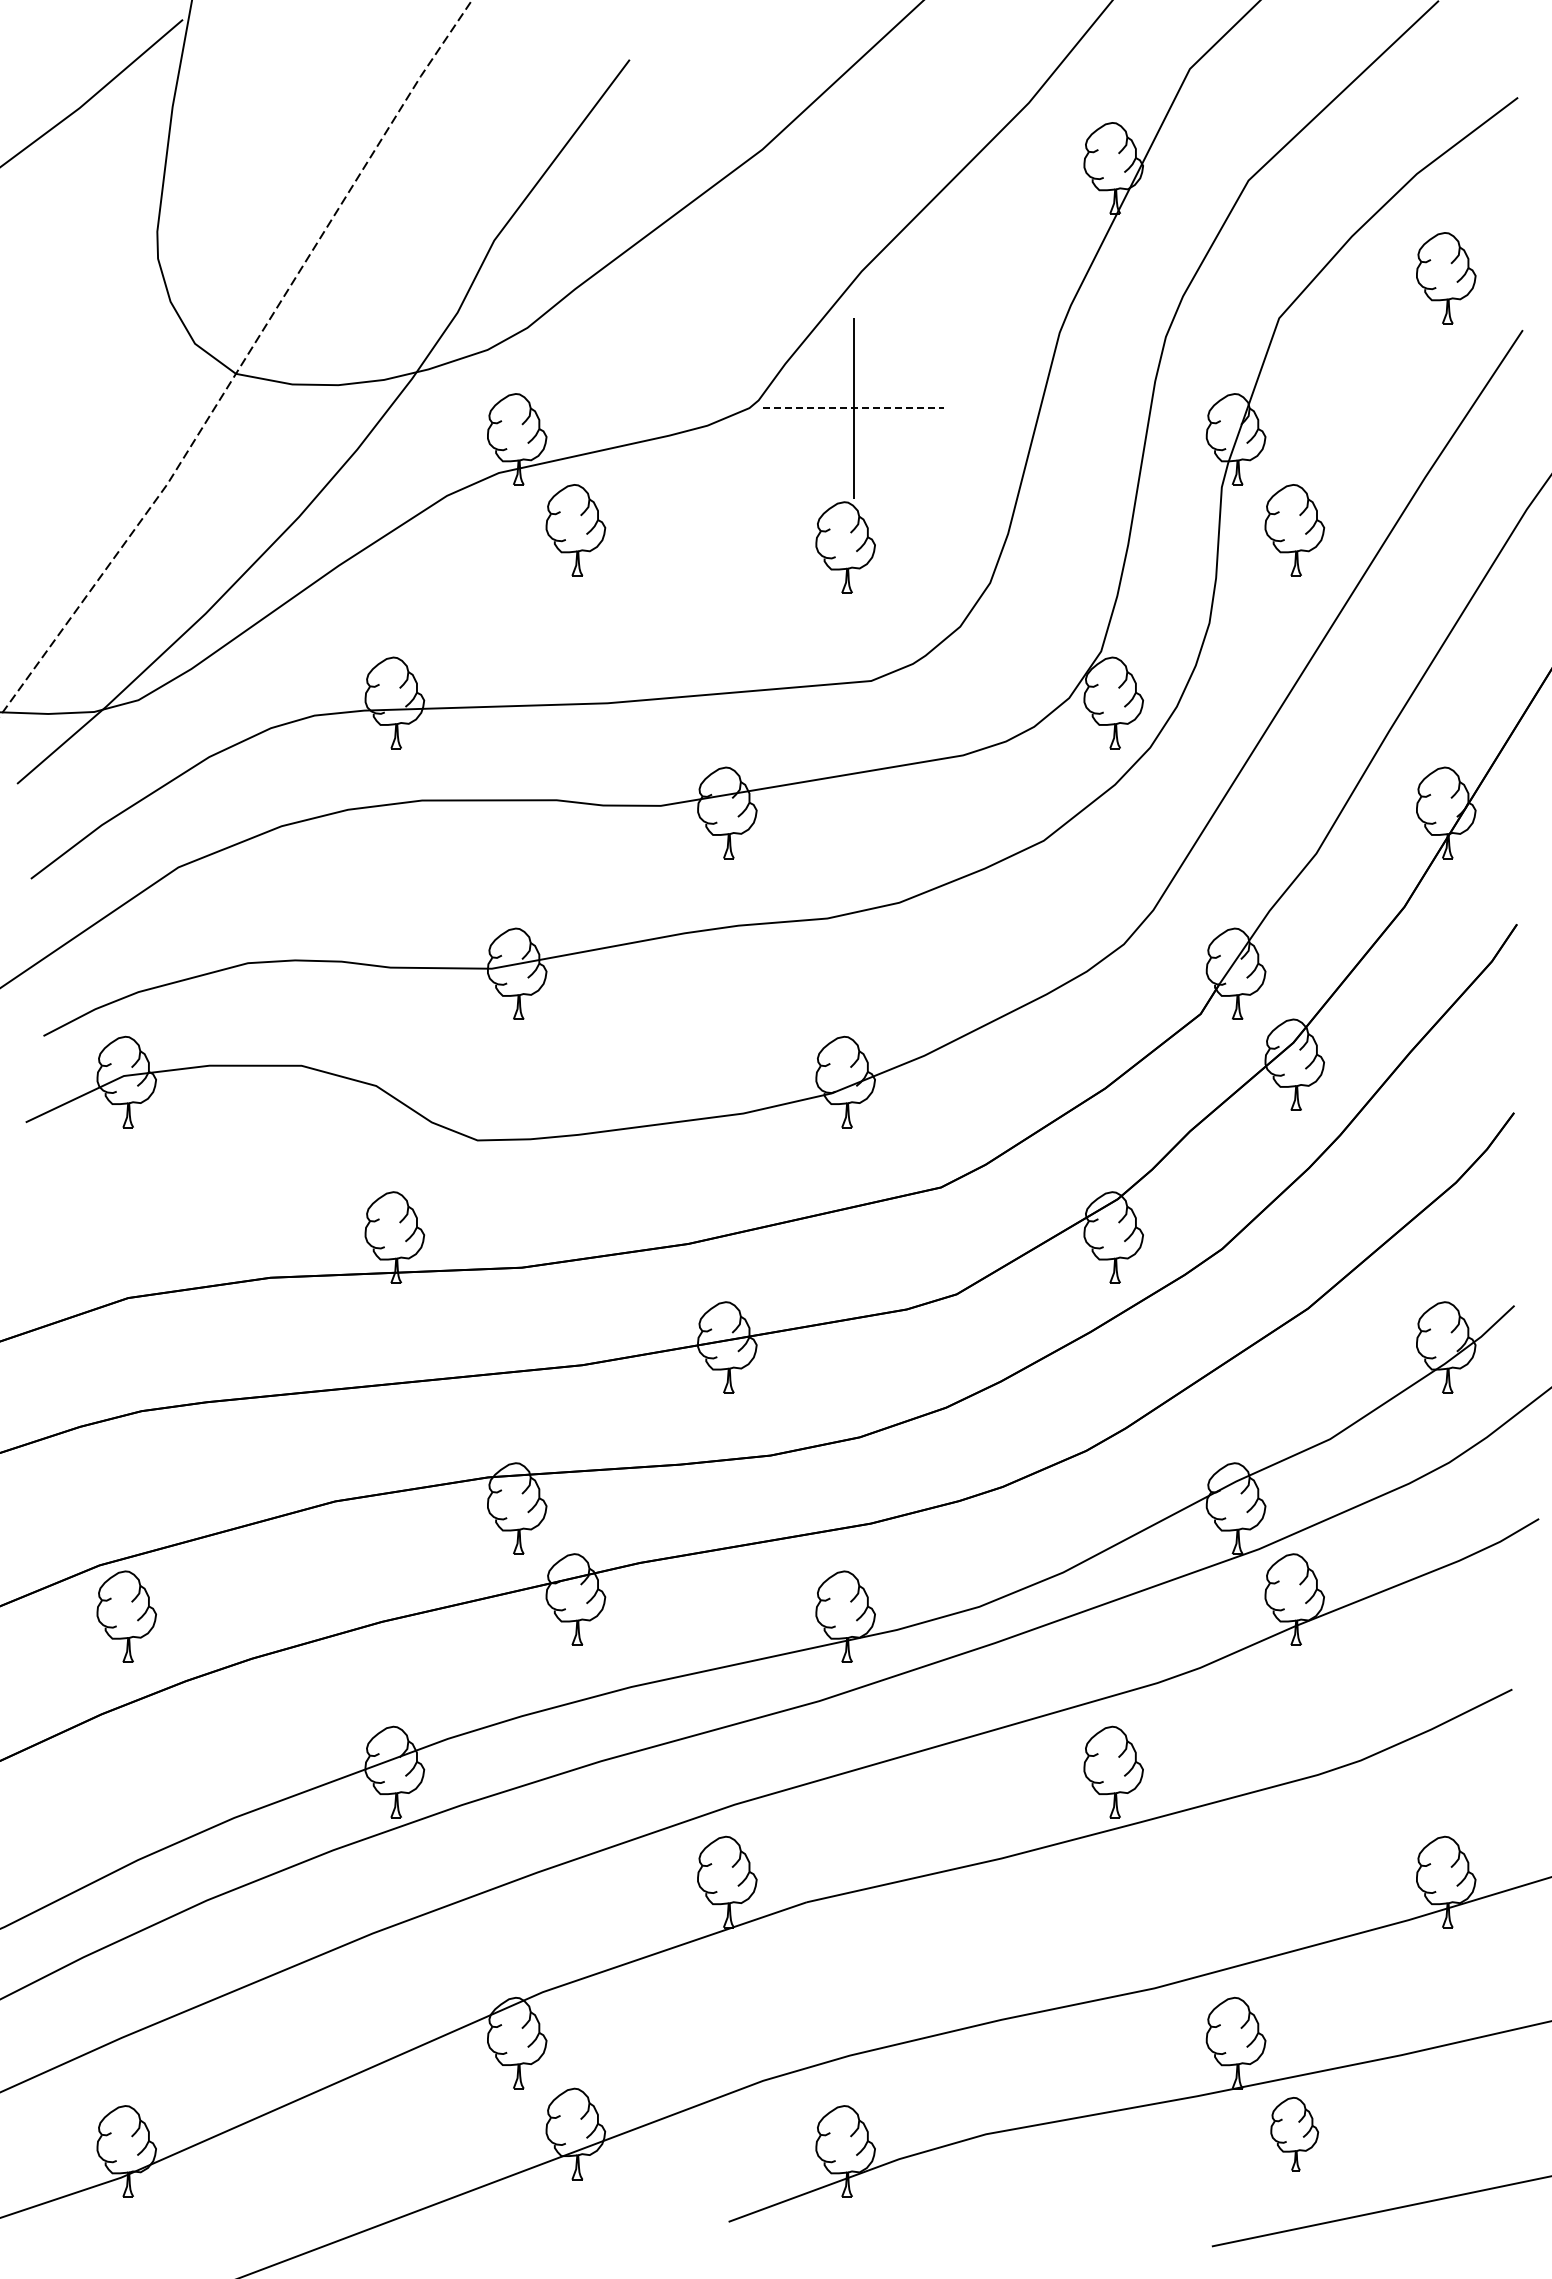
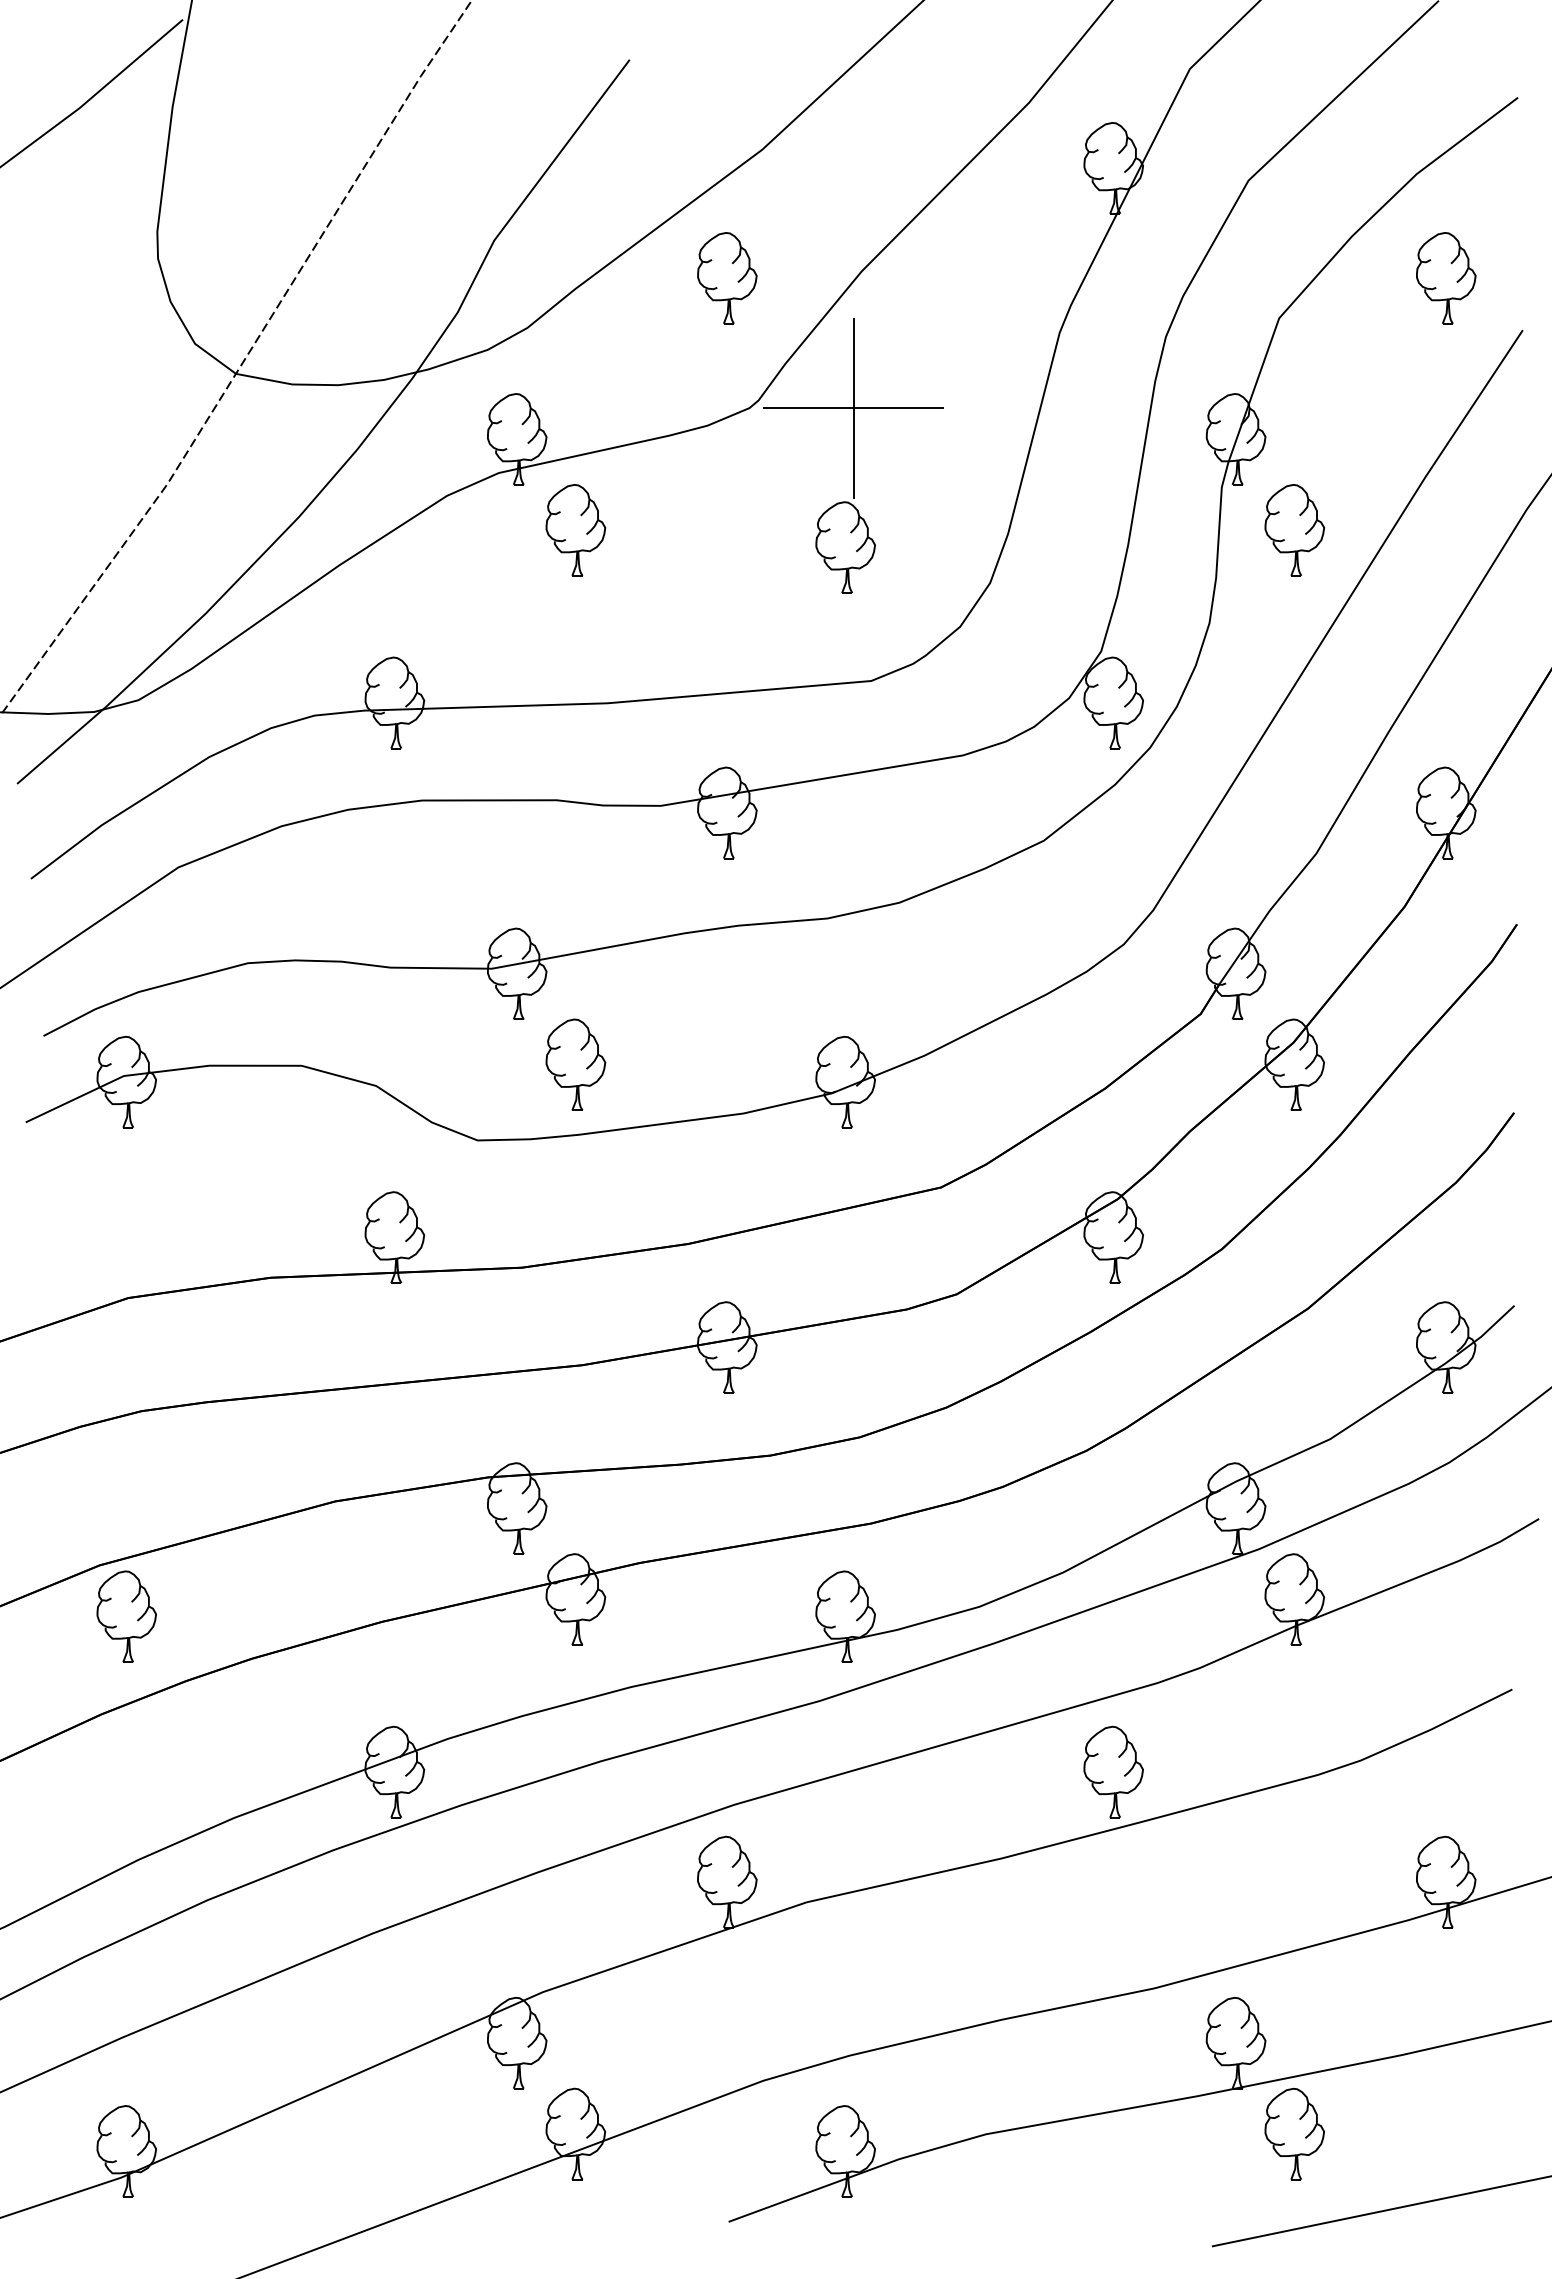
part at (727, 278): none -> present
line at (853, 408): dashed -> solid
part at (575, 1064): none -> present
part at (1294, 2134) size: 50x75 px -> 61x94 px
